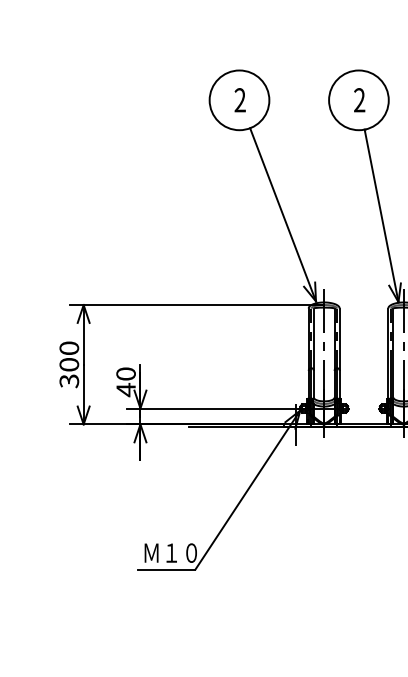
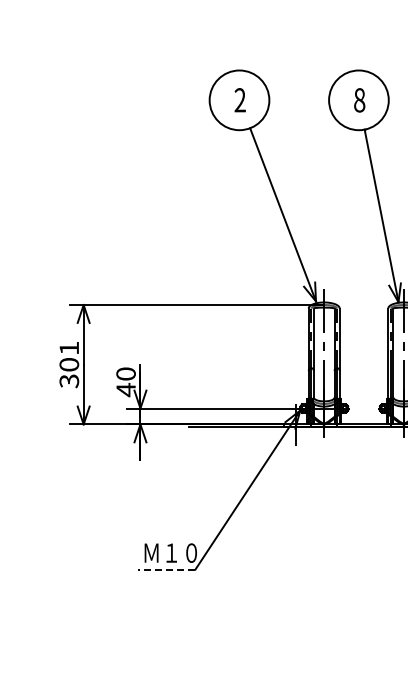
text at (359, 100): 2 -> 8
text at (69, 347): 300 -> 301
line at (166, 569): solid -> dashed
